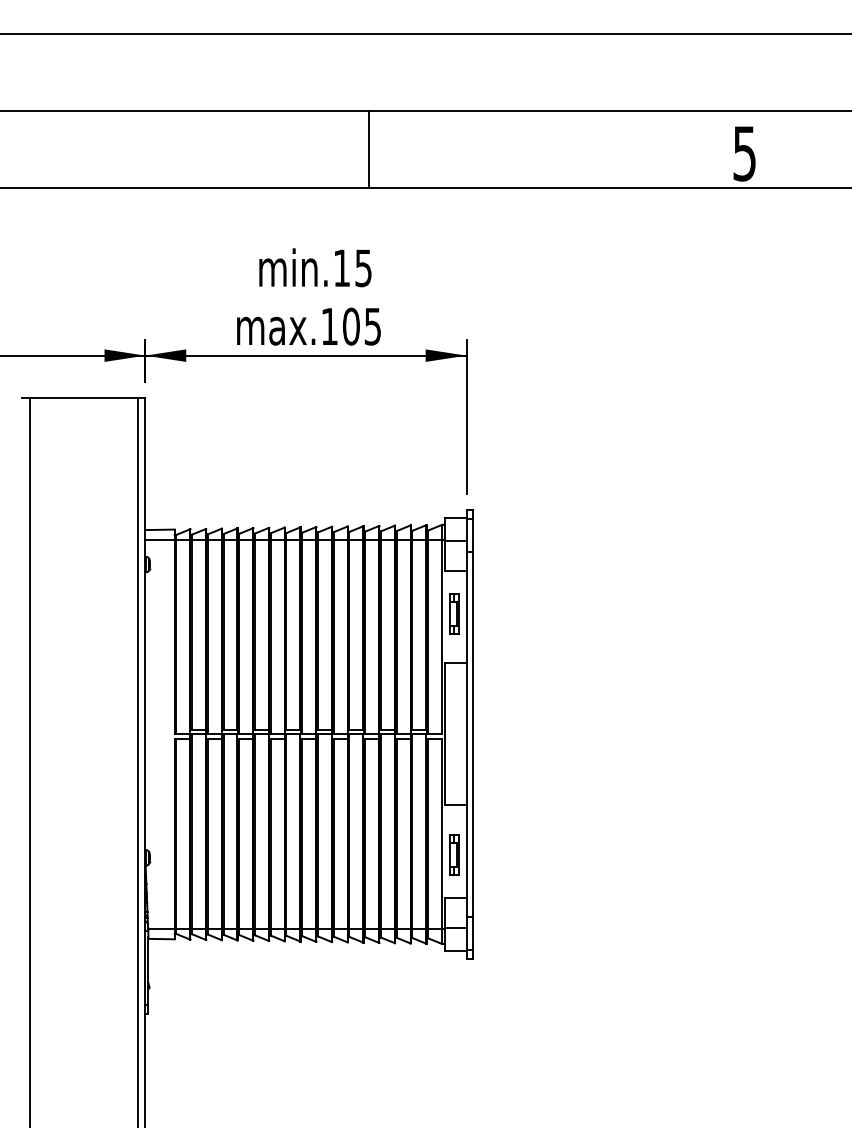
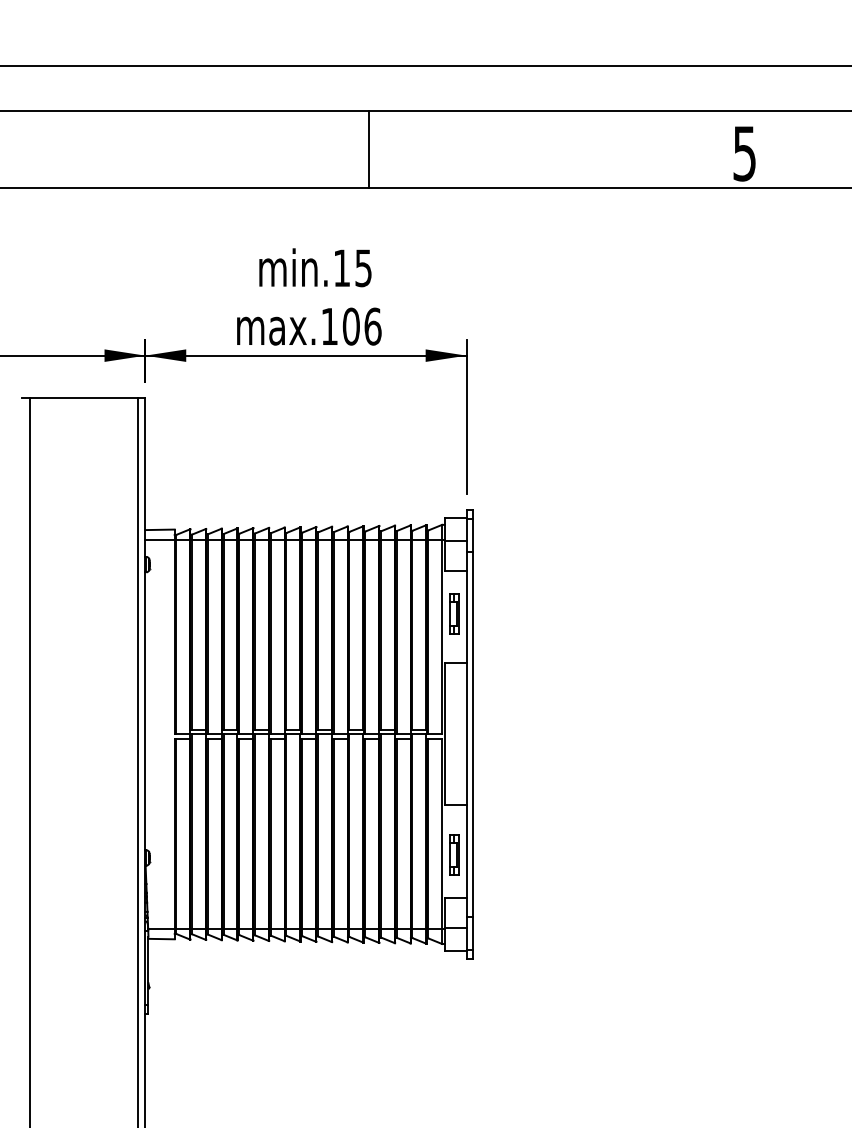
line at (425, 33) position: (425, 33) -> (425, 65)
text at (372, 326): max.105 -> max.106
